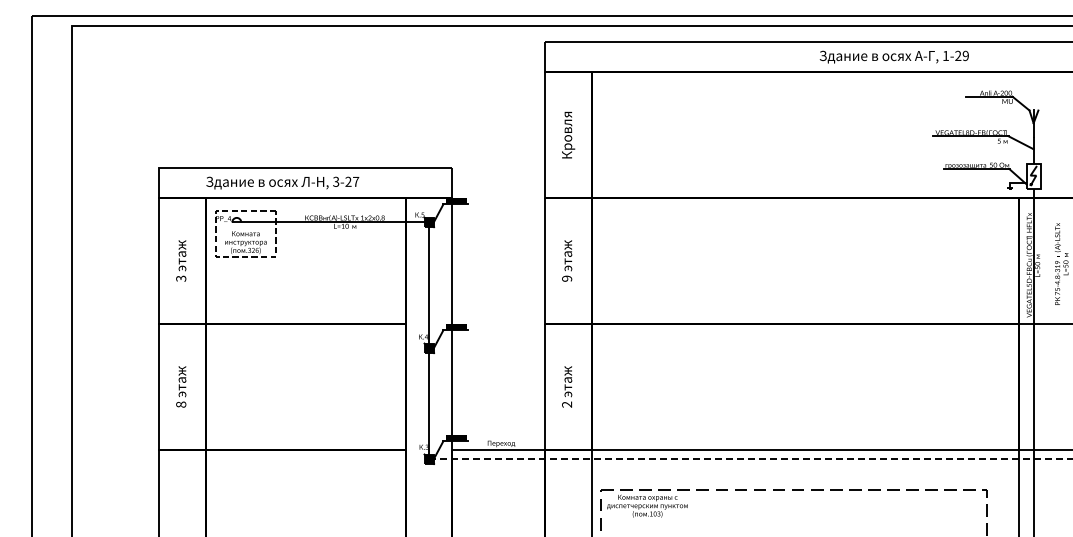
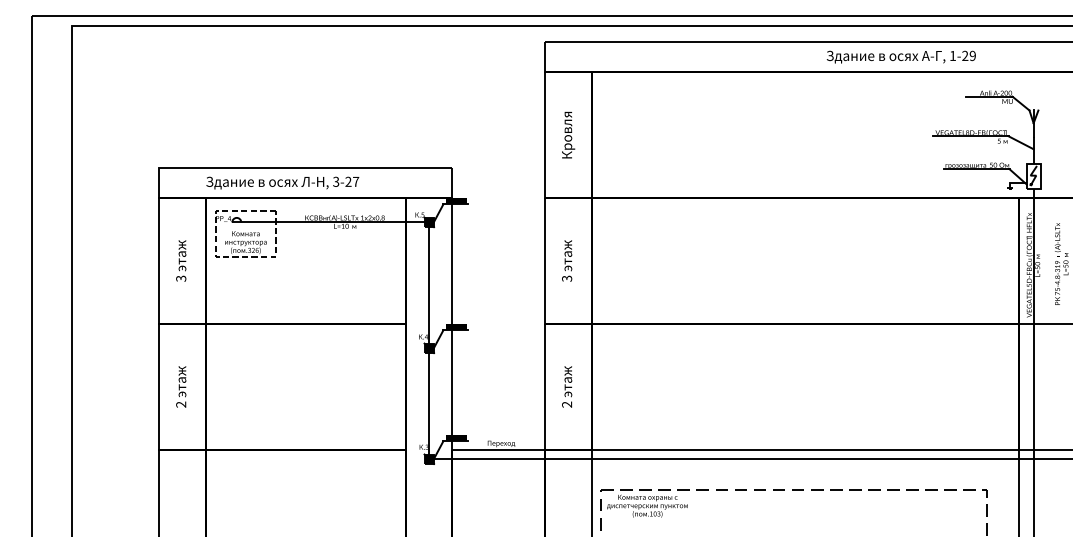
text at (893, 56) position: (893, 56) -> (900, 56)
text at (567, 278): 9 -> 3
text at (181, 404): 8 -> 2
line at (752, 459): dashed -> solid
